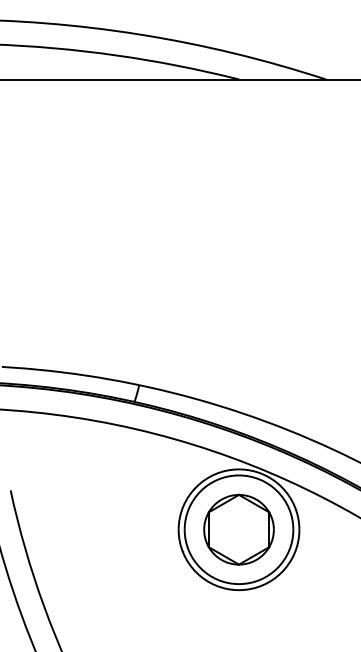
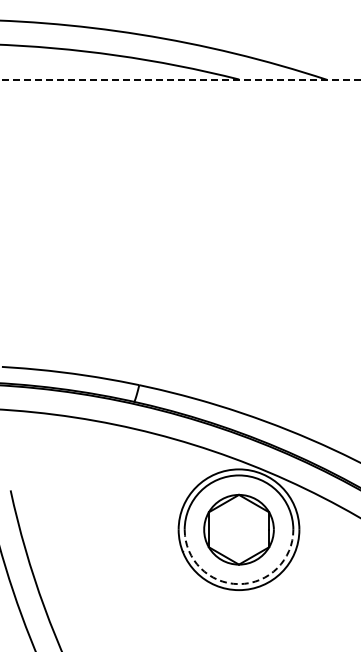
line at (180, 79): solid -> dashed
arc at (239, 584): solid -> dashed
